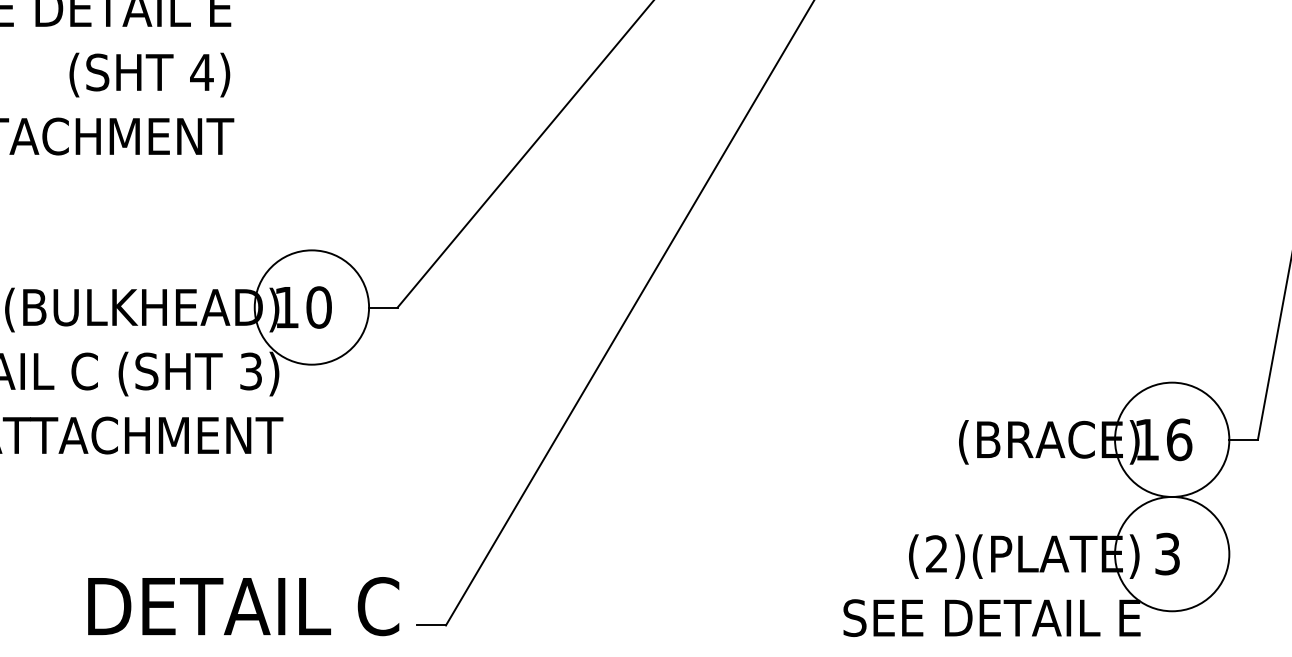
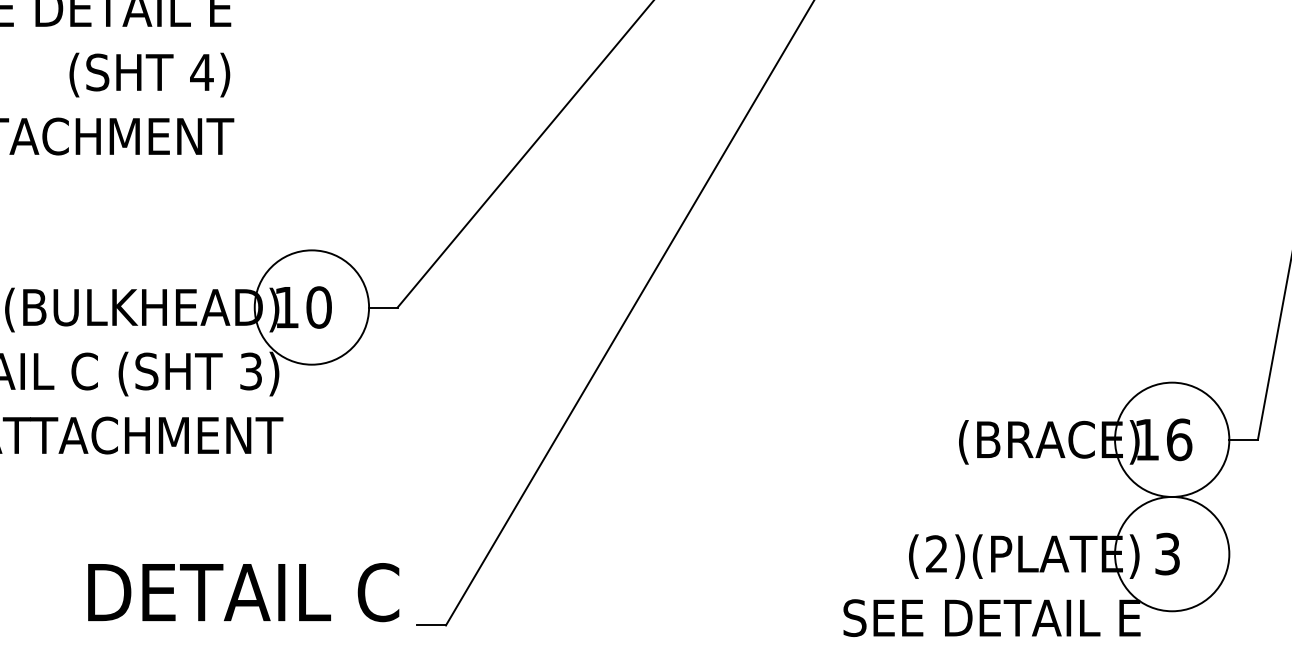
text at (243, 606) position: (243, 606) -> (243, 592)
